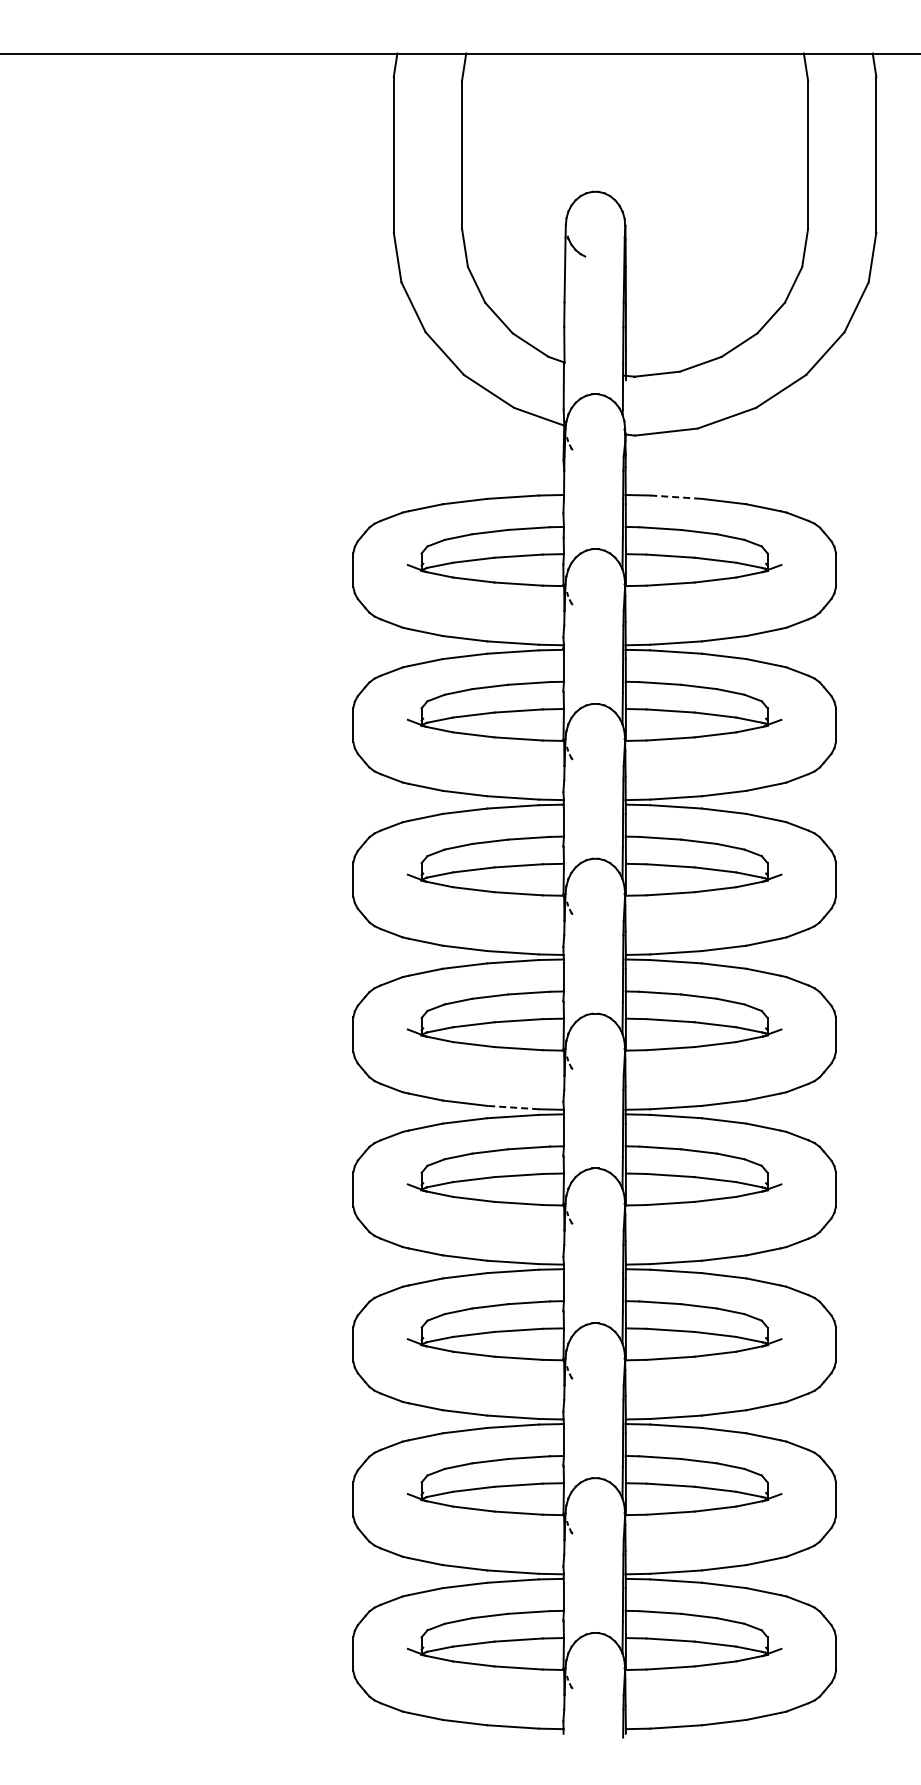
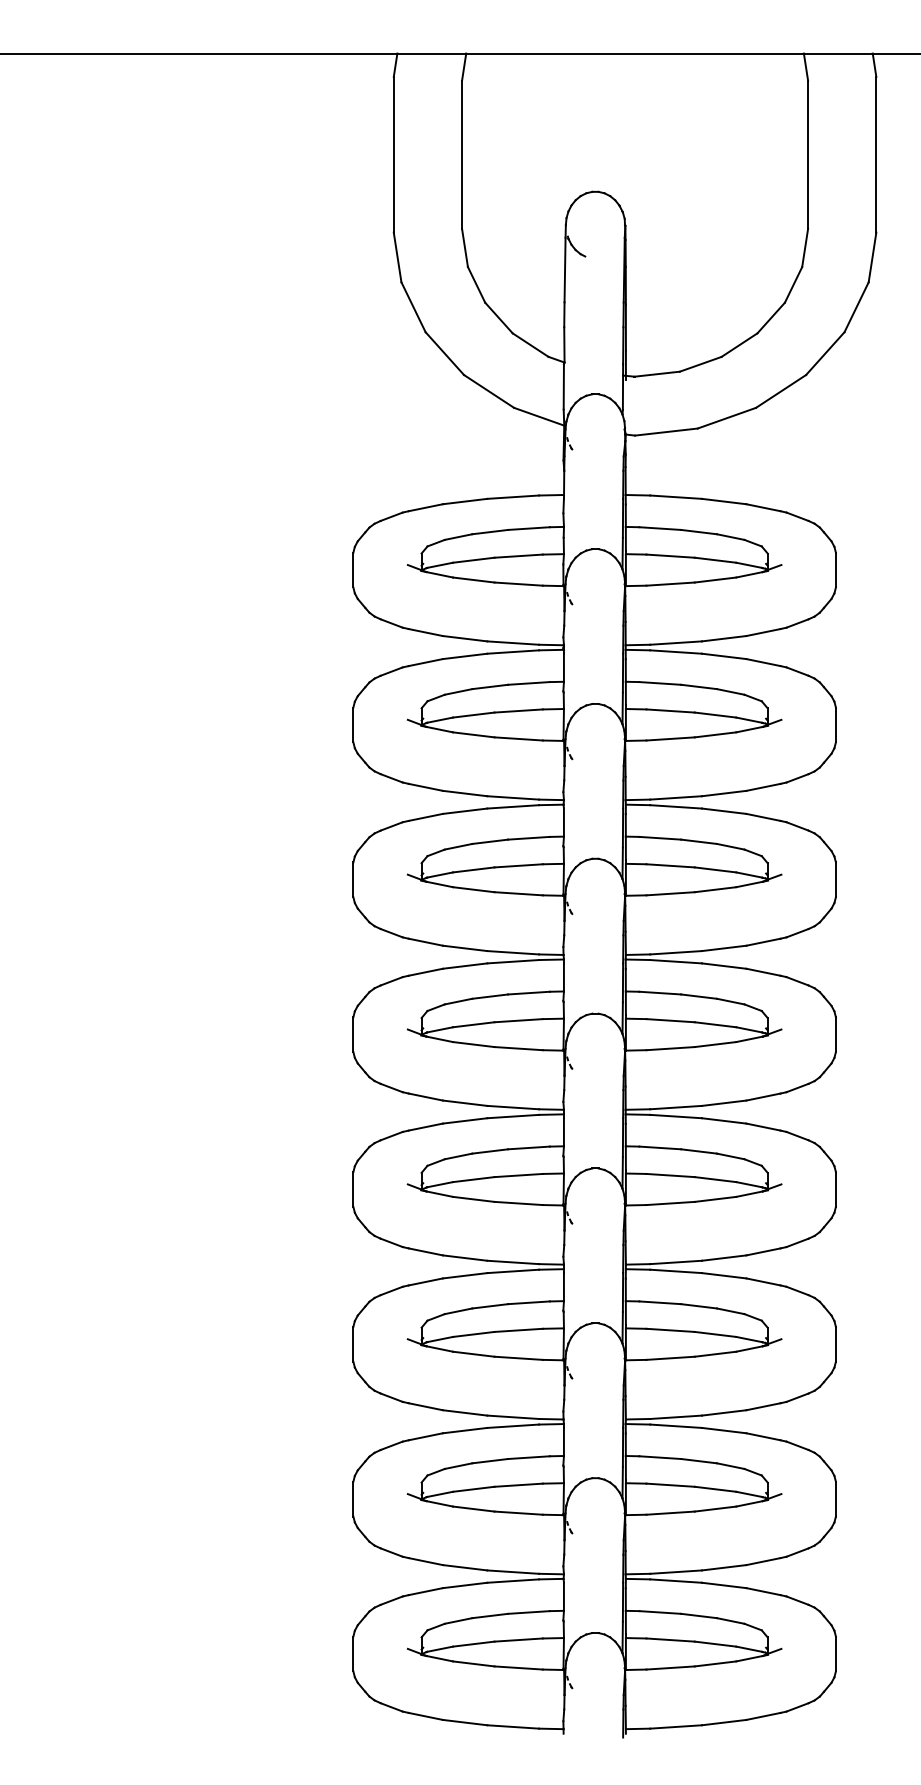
line at (676, 497): dashed -> solid
line at (513, 1107): dashed -> solid
